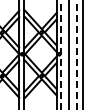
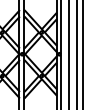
line at (61, 54): dashed -> solid
line at (76, 54): dashed -> solid
